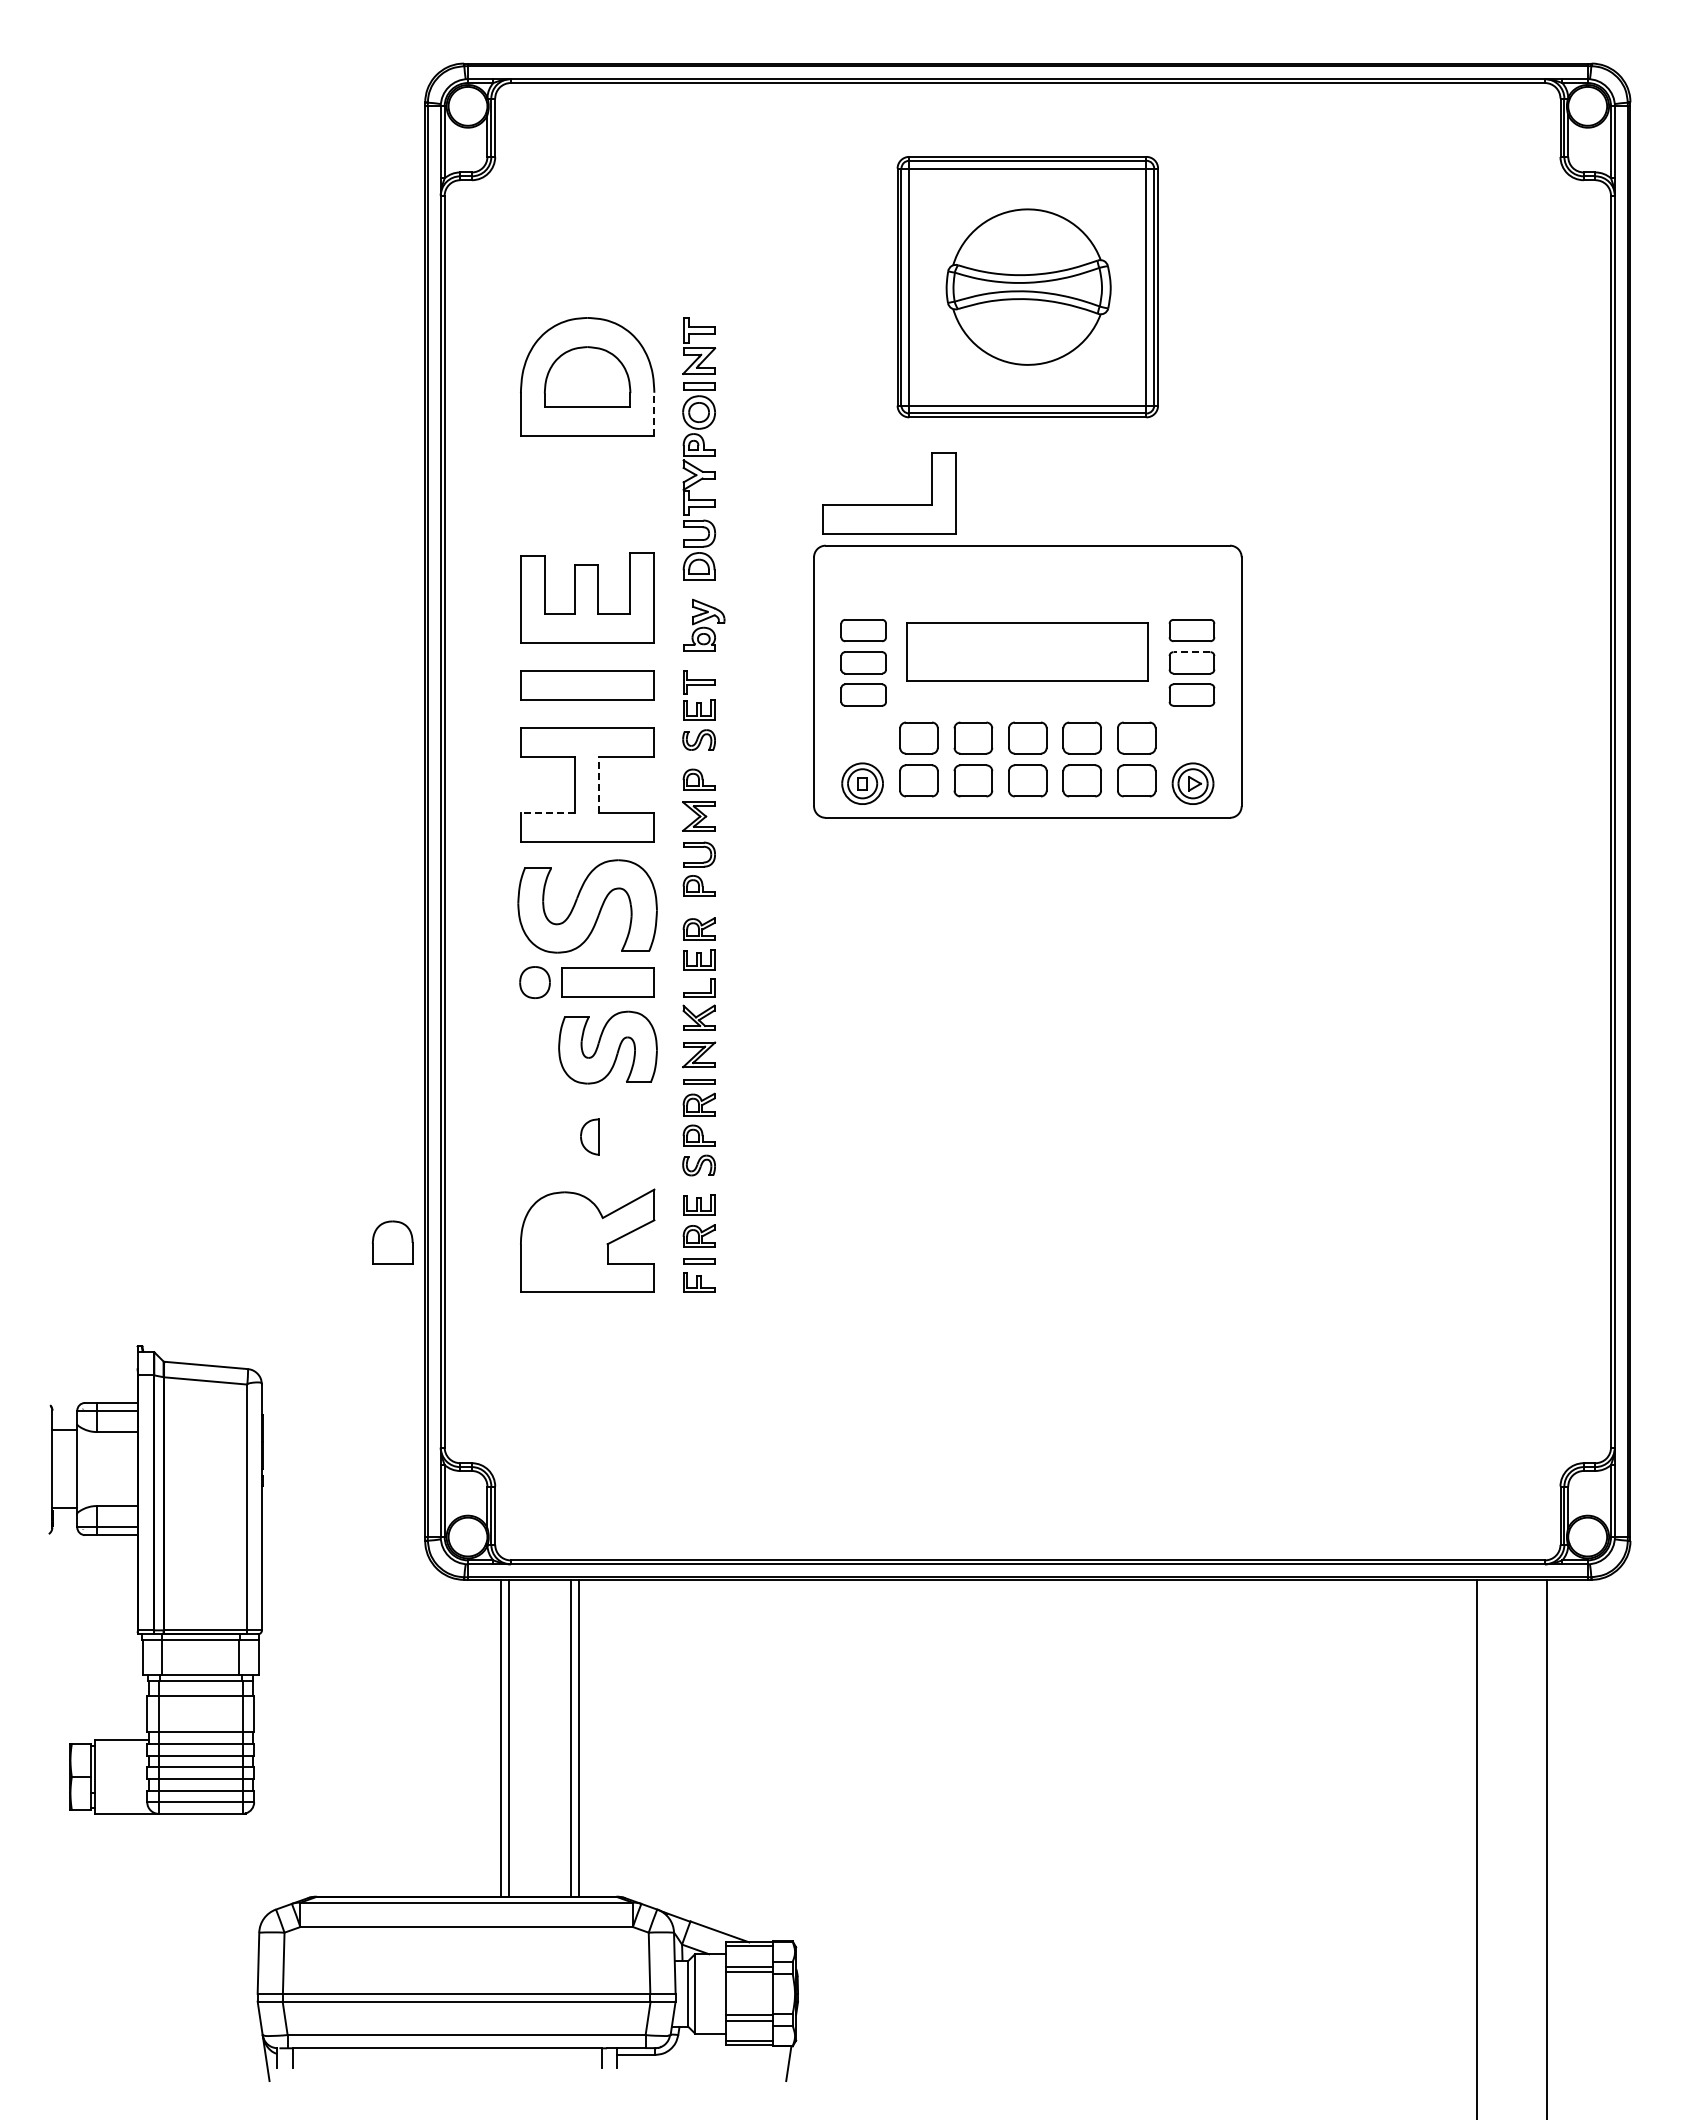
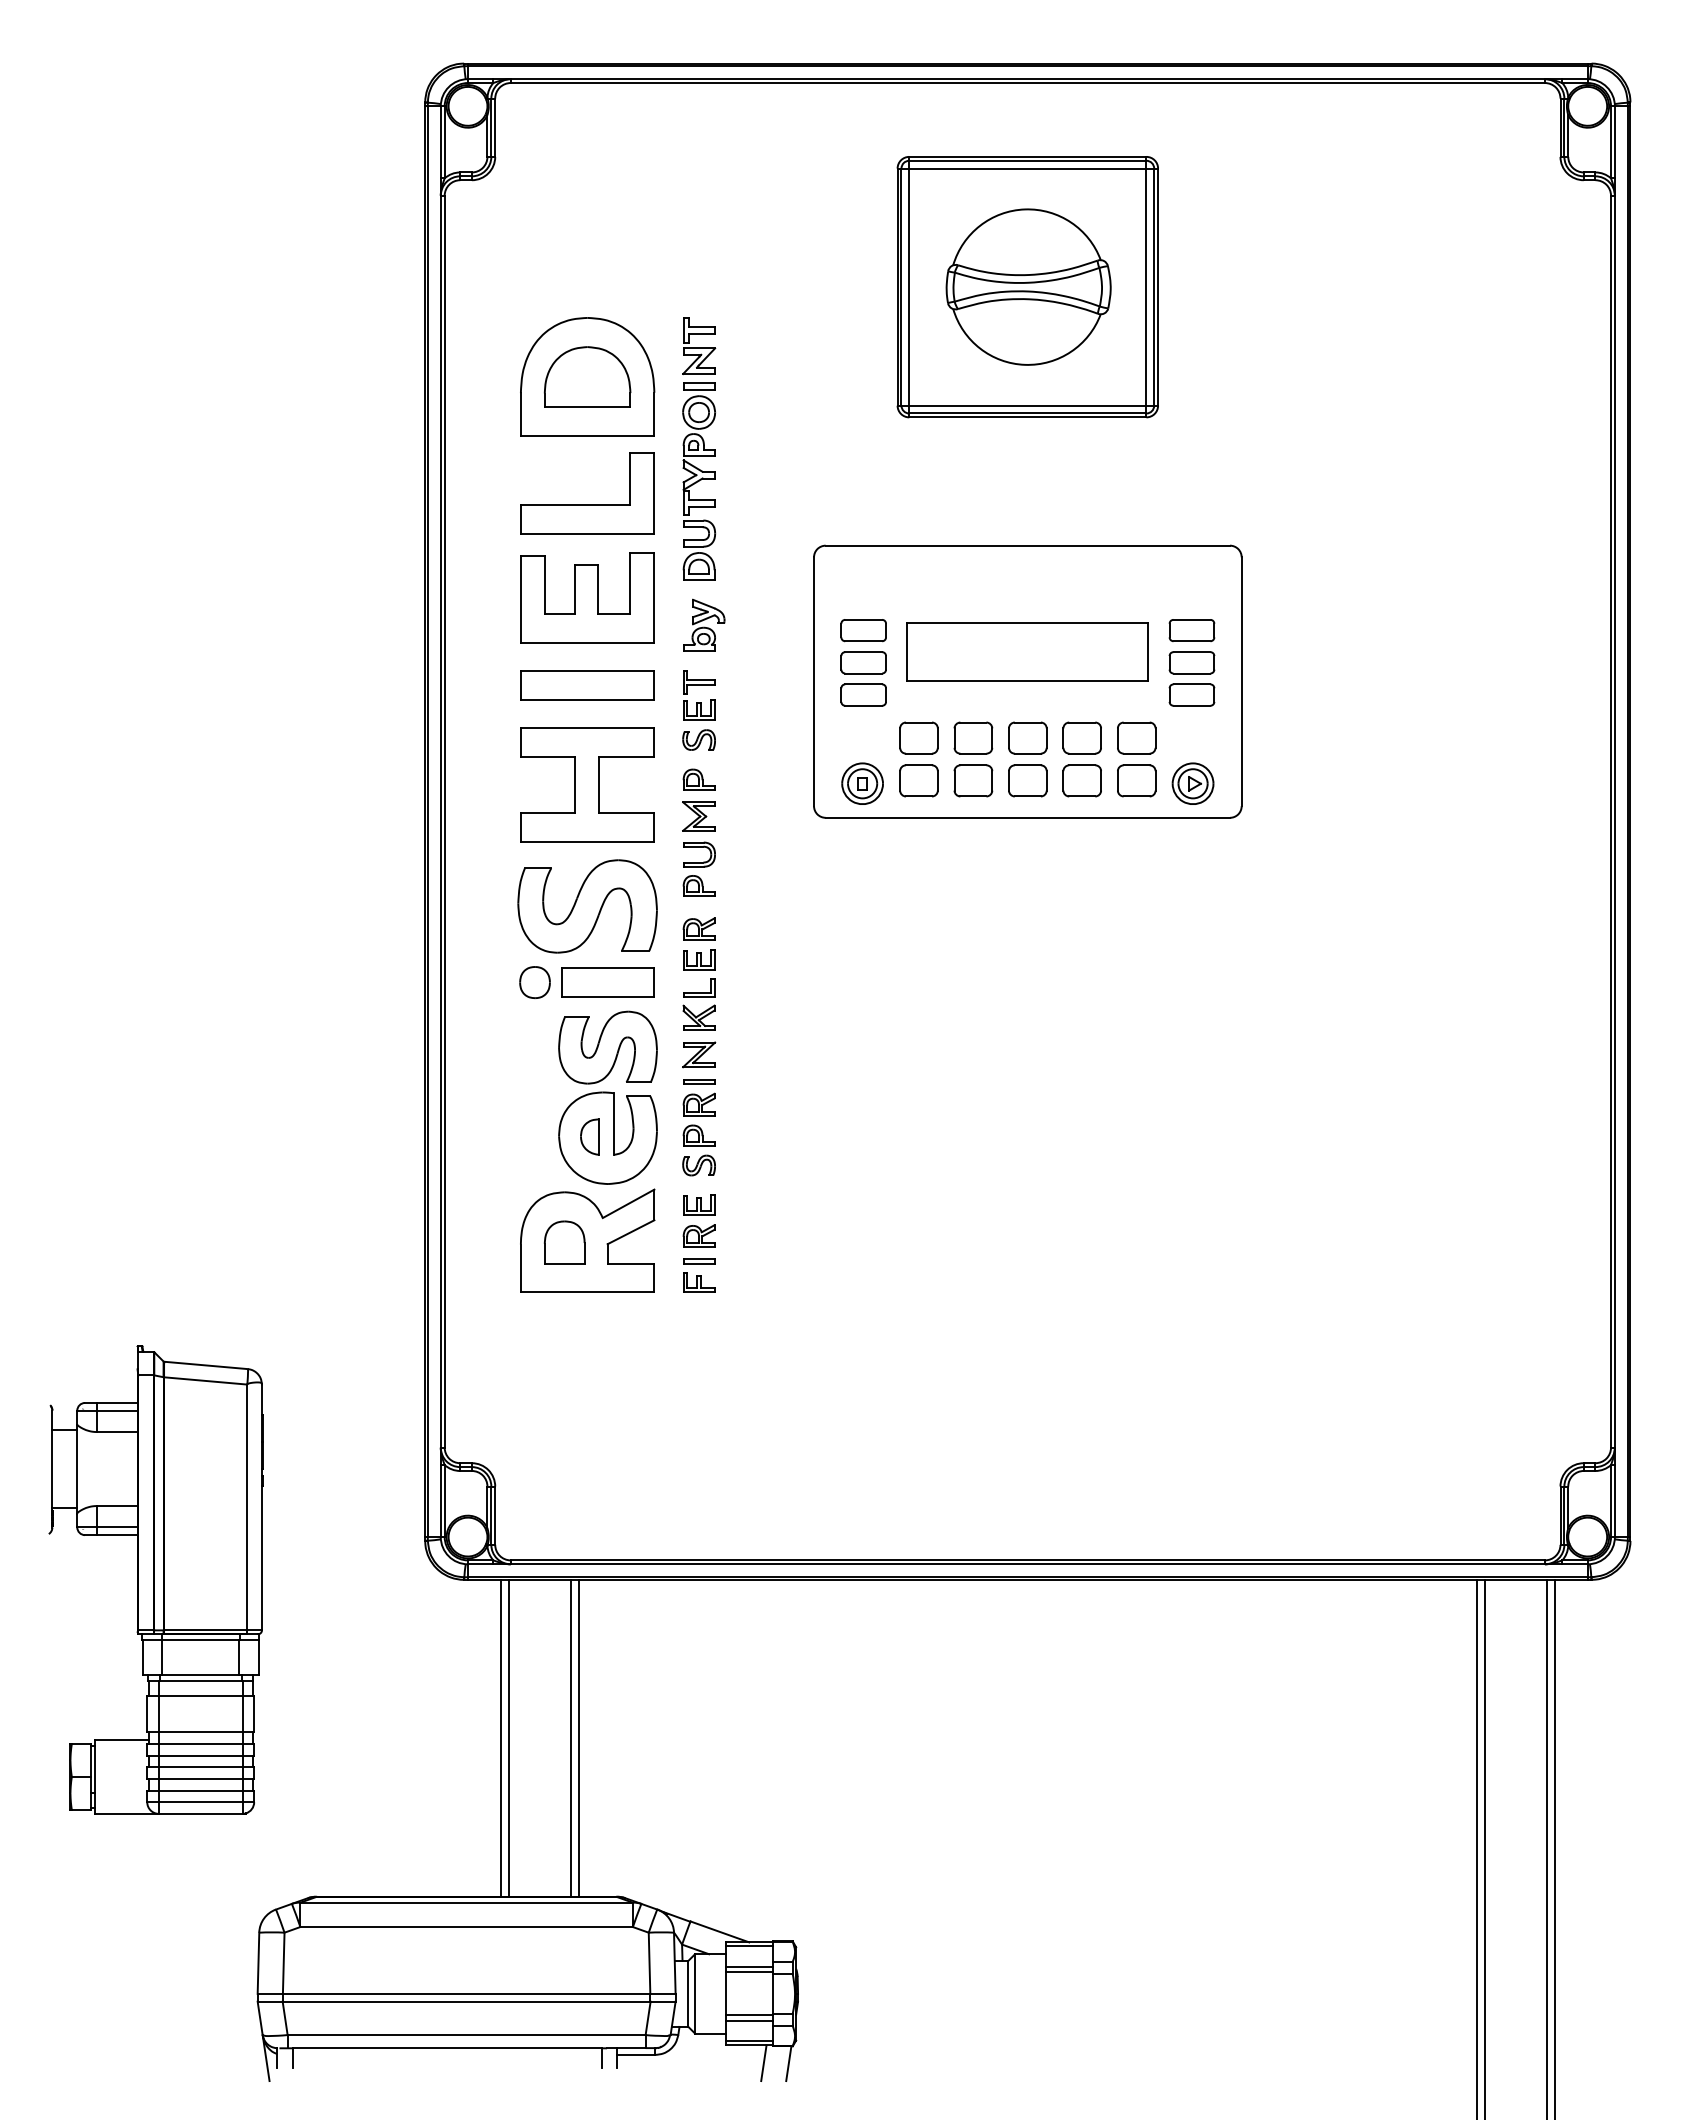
line at (654, 414): dashed -> solid
part at (889, 504) position: (889, 504) -> (587, 504)
line at (1191, 652): dashed -> solid
line at (598, 784): dashed -> solid
line at (547, 812): dashed -> solid
part at (607, 1137): none -> present
part at (392, 1242) position: (392, 1242) -> (564, 1242)
line at (1485, 1847): none -> present
line at (1554, 1847): none -> present
line at (763, 2063): none -> present
